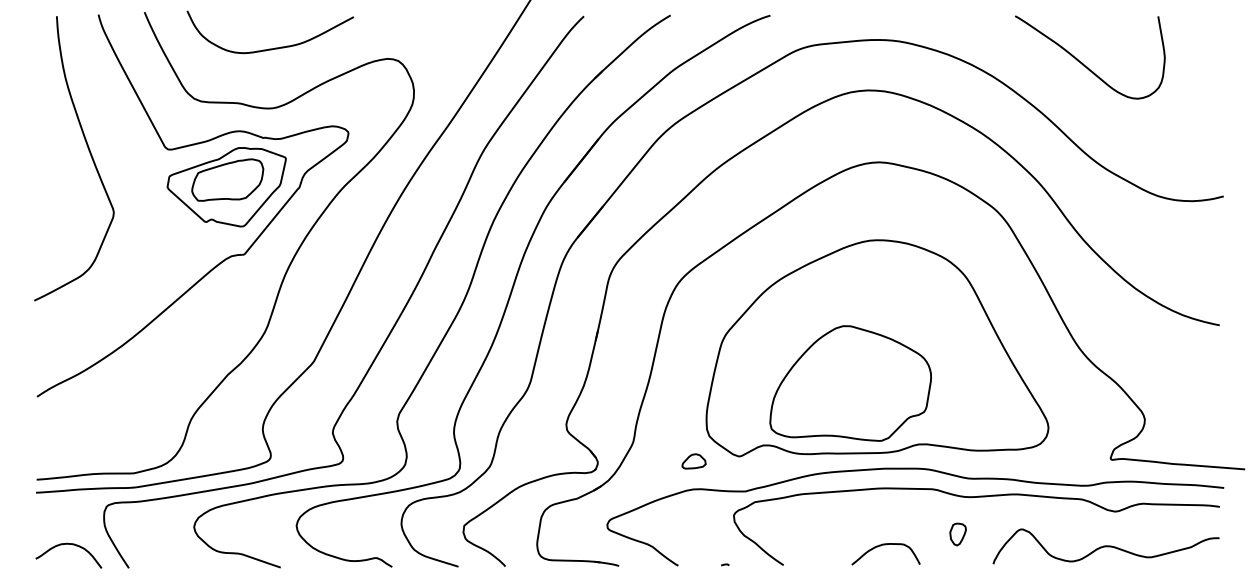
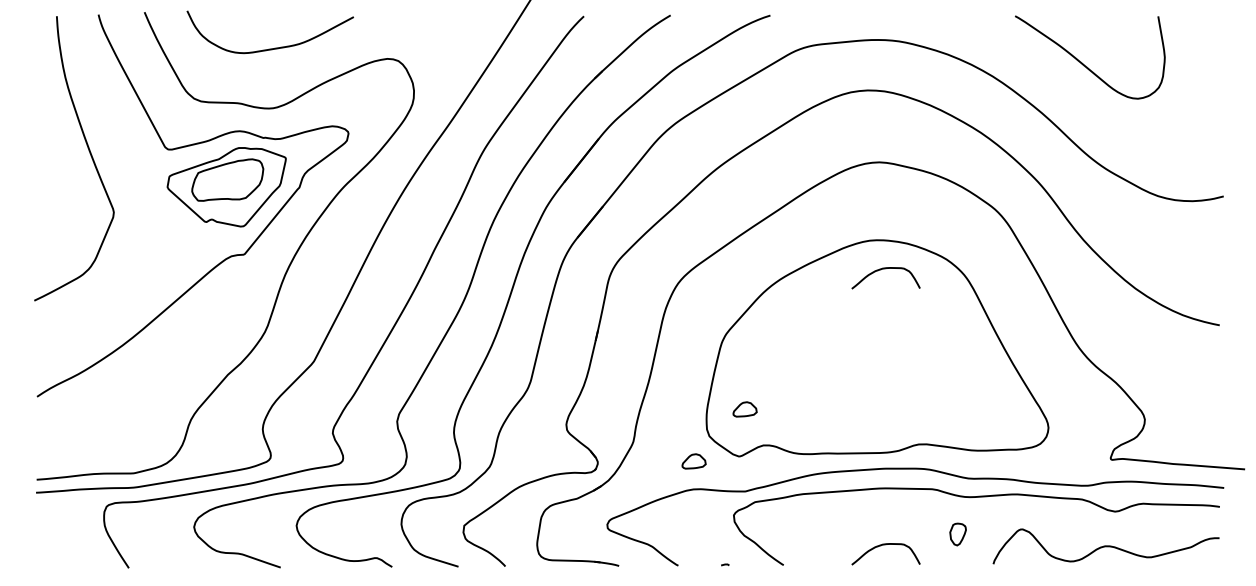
curve at (885, 269): none -> present
part at (850, 383): present -> none
part at (744, 409): none -> present
curve at (72, 545): present -> none
